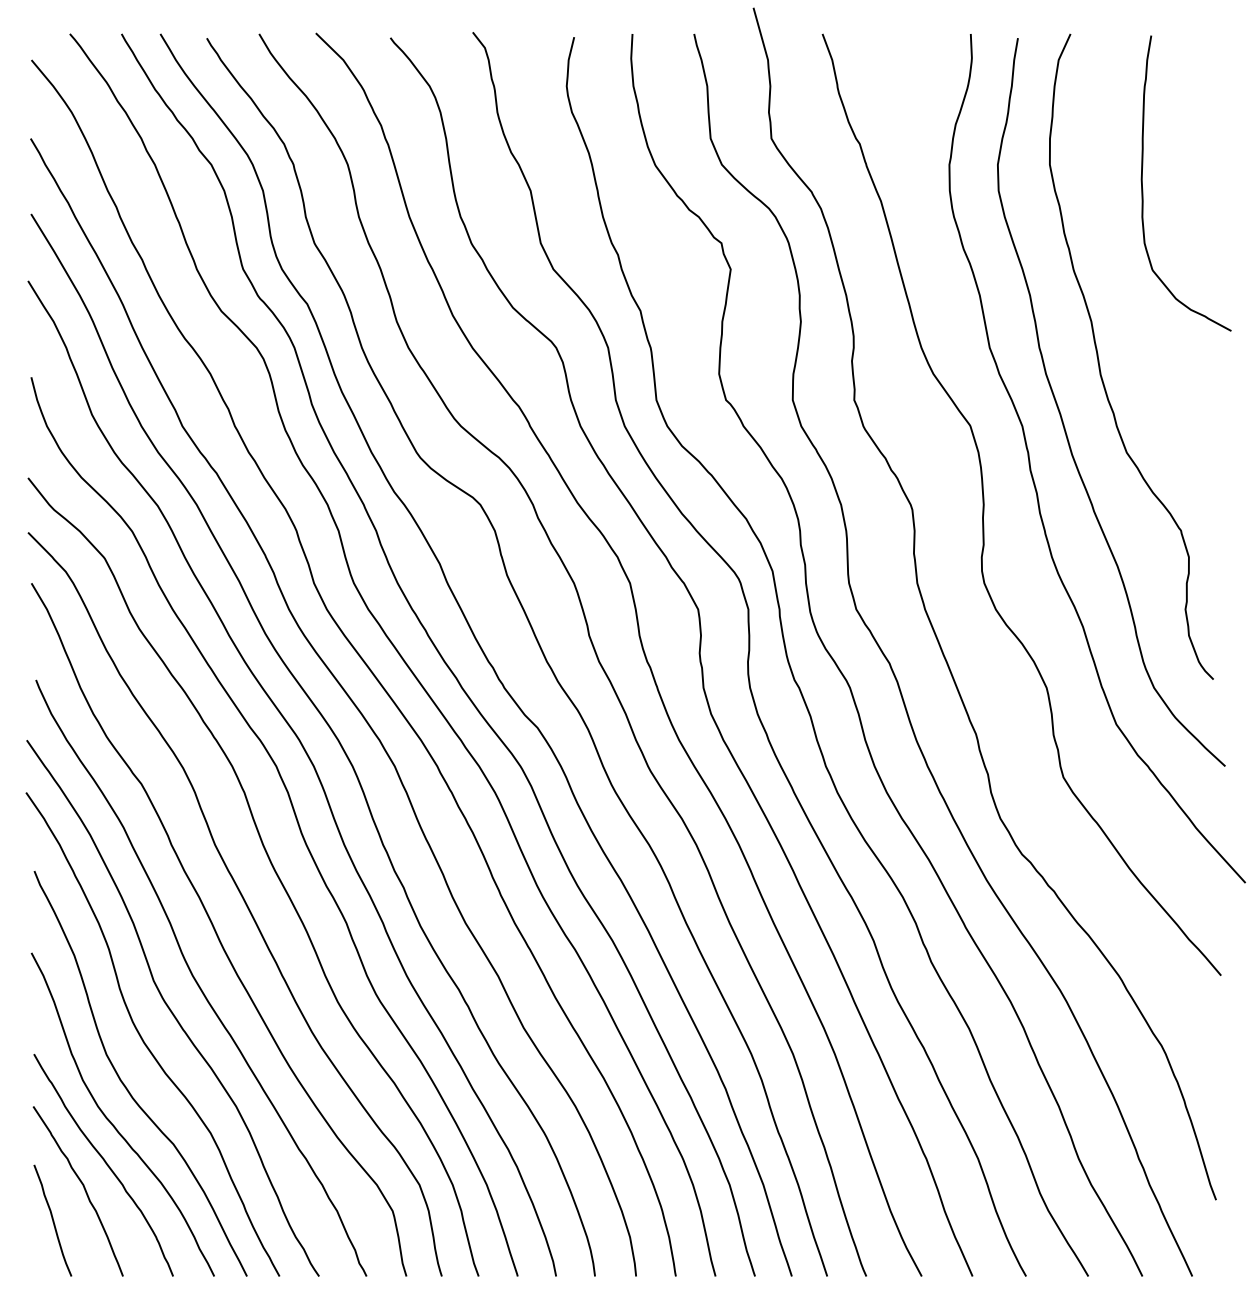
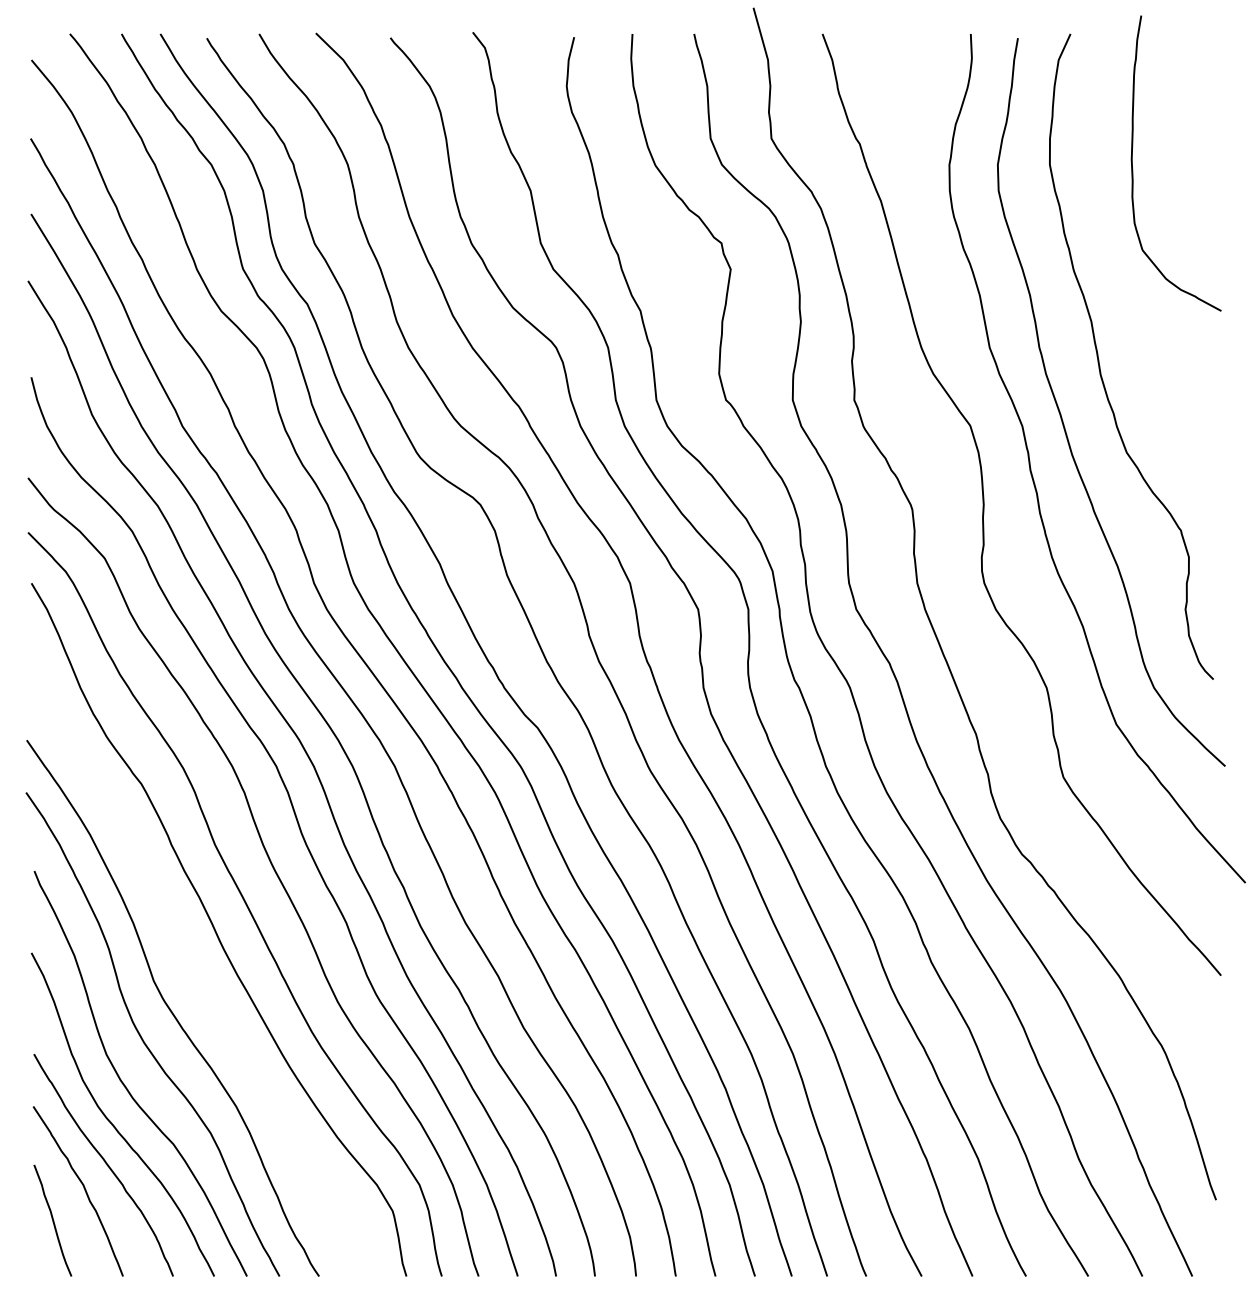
curve at (1143, 189) position: (1143, 189) -> (1133, 169)
curve at (196, 979): present -> none
